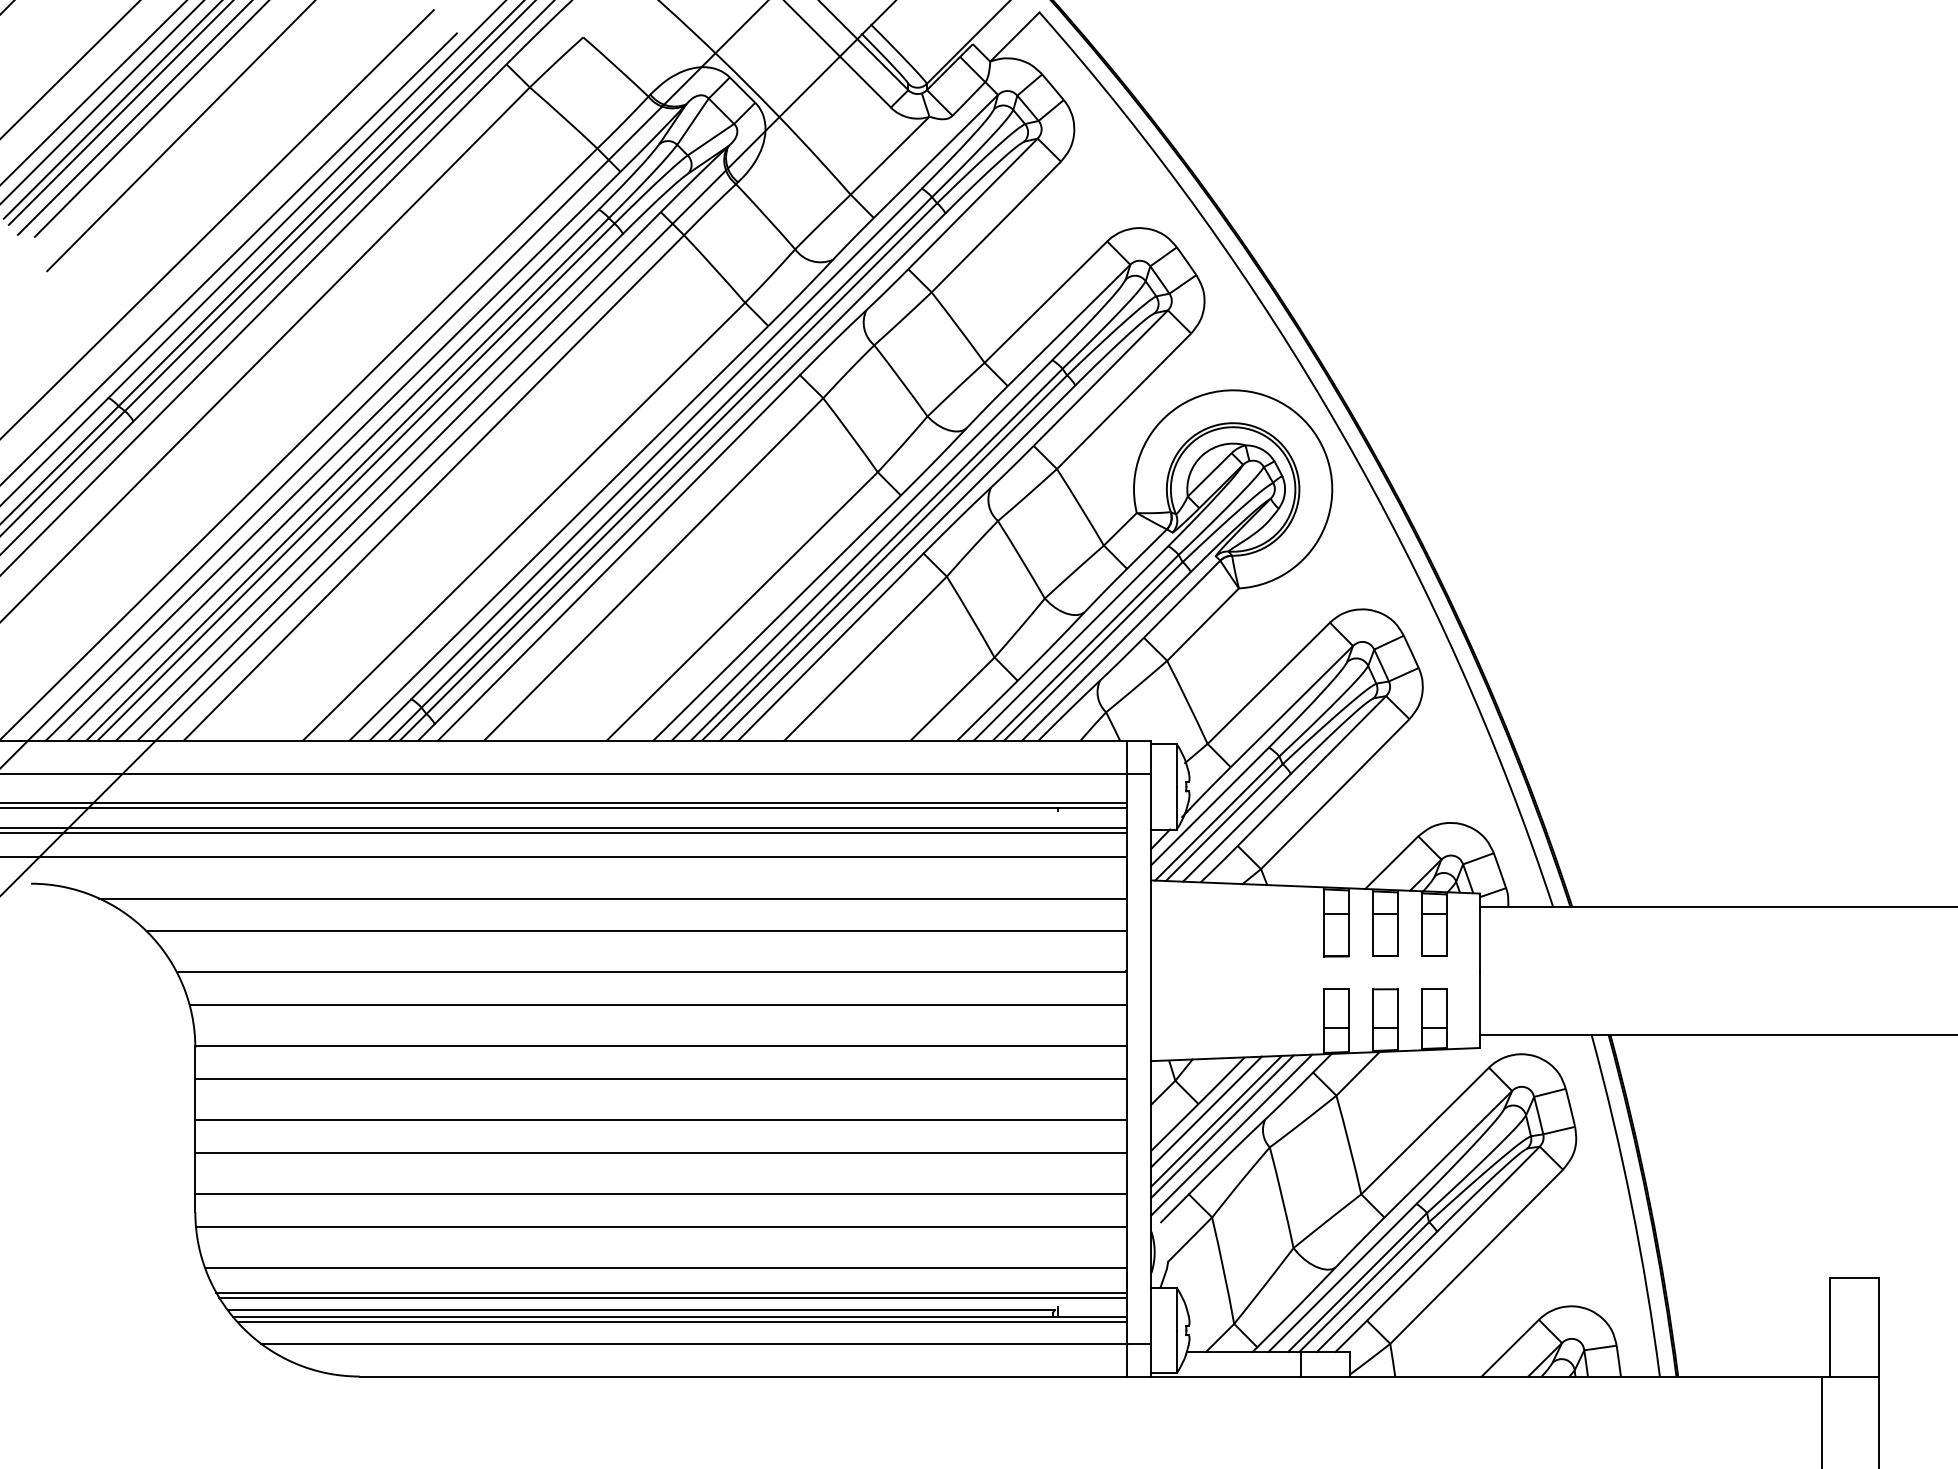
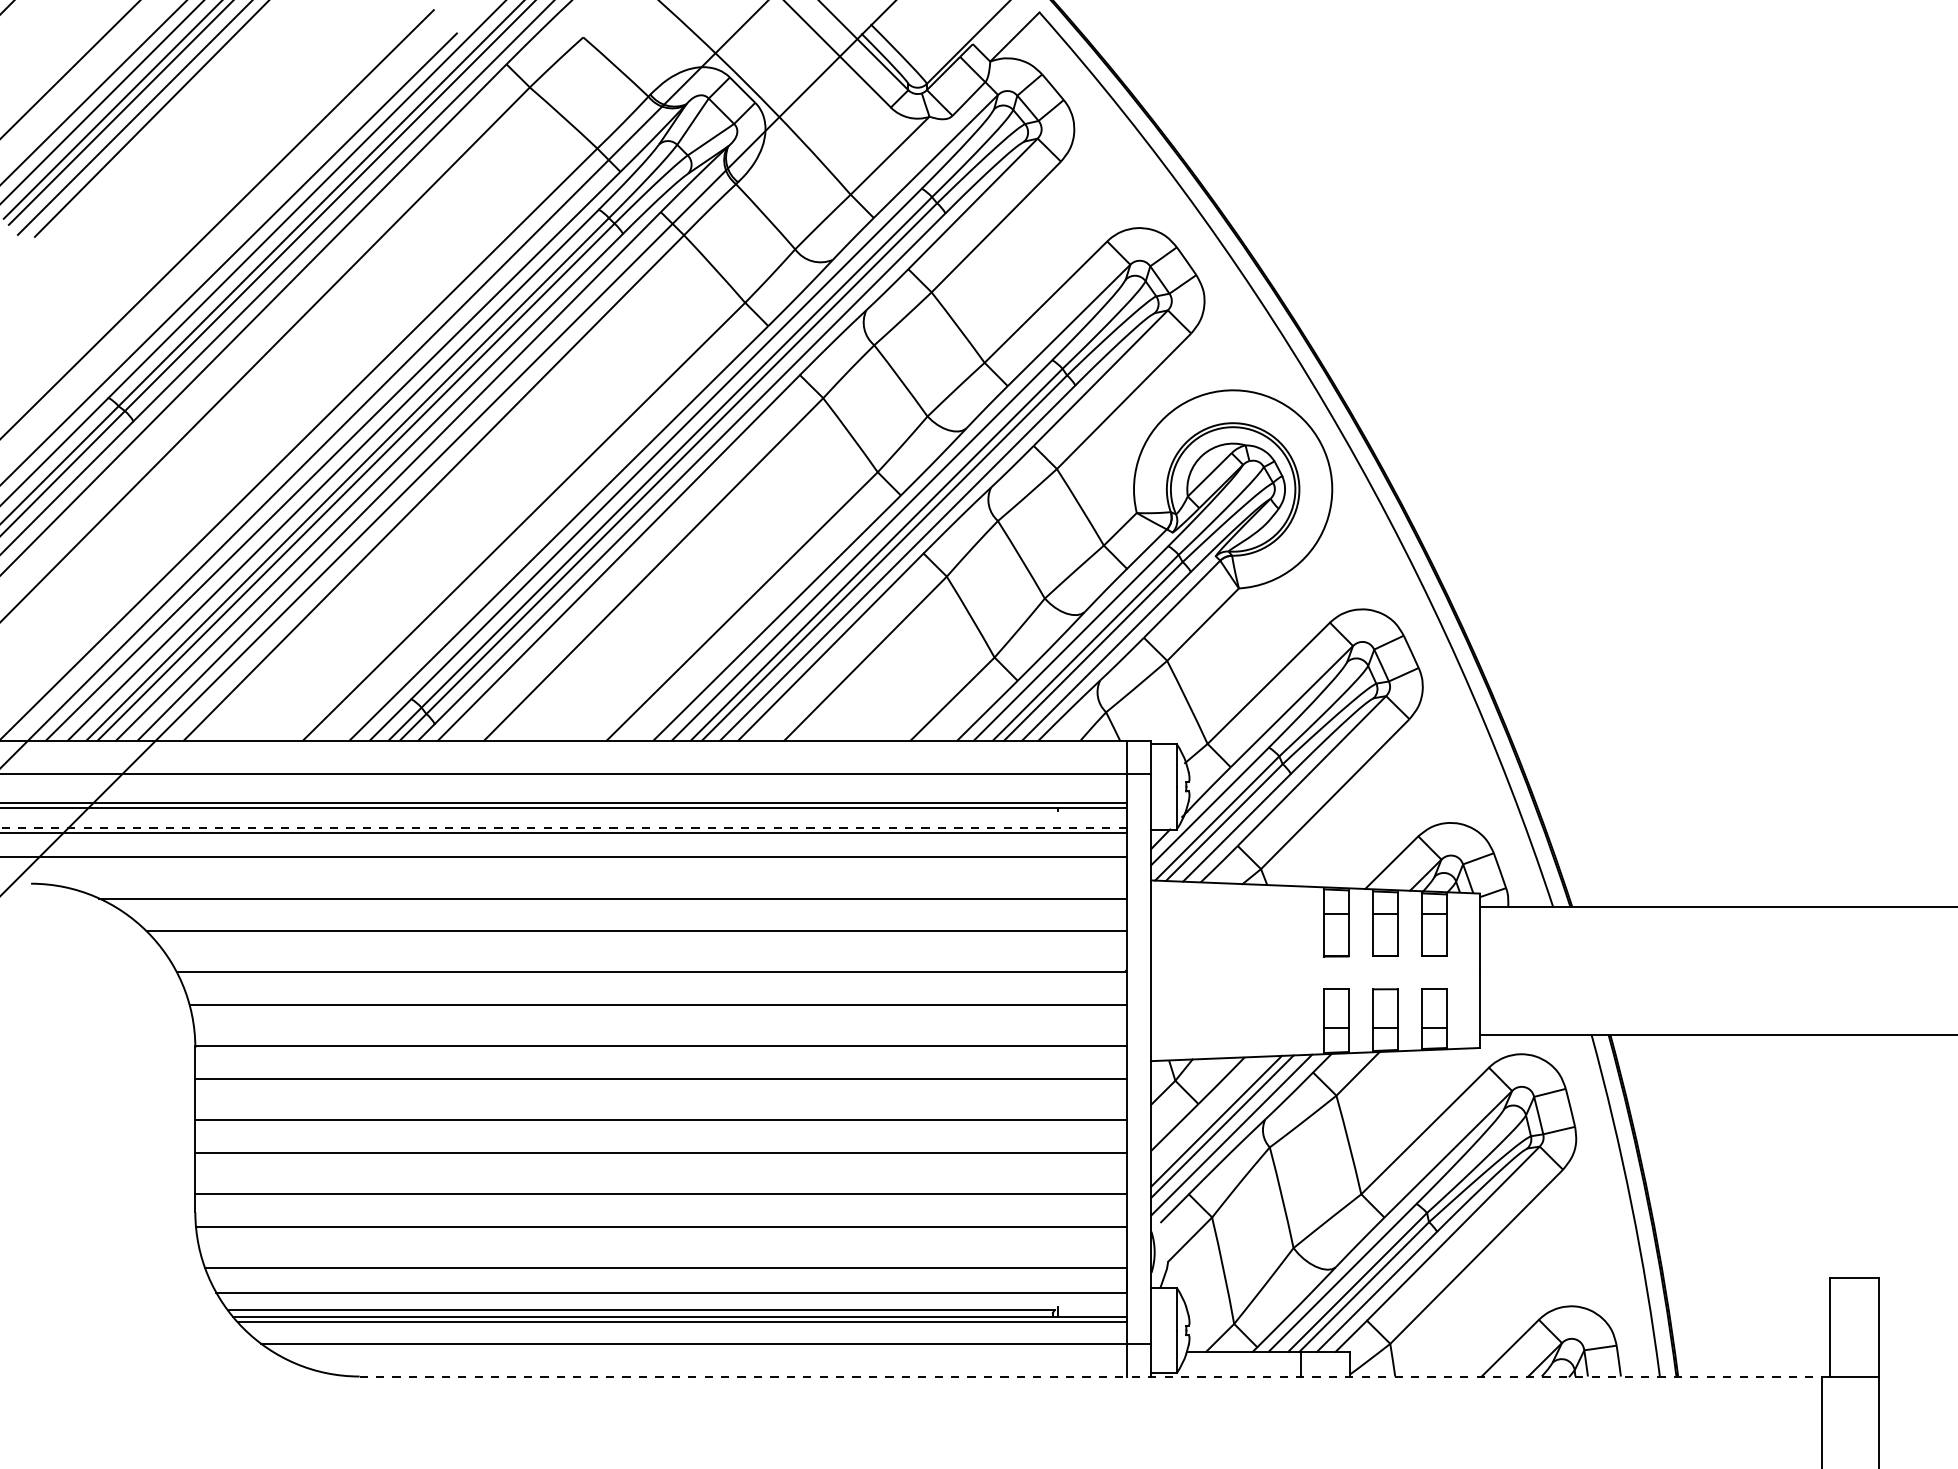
line at (180, 136): present -> none
line at (563, 827): solid -> dashed
line at (1206, 1111): present -> none
line at (672, 1297): present -> none
line at (1091, 1376): solid -> dashed
